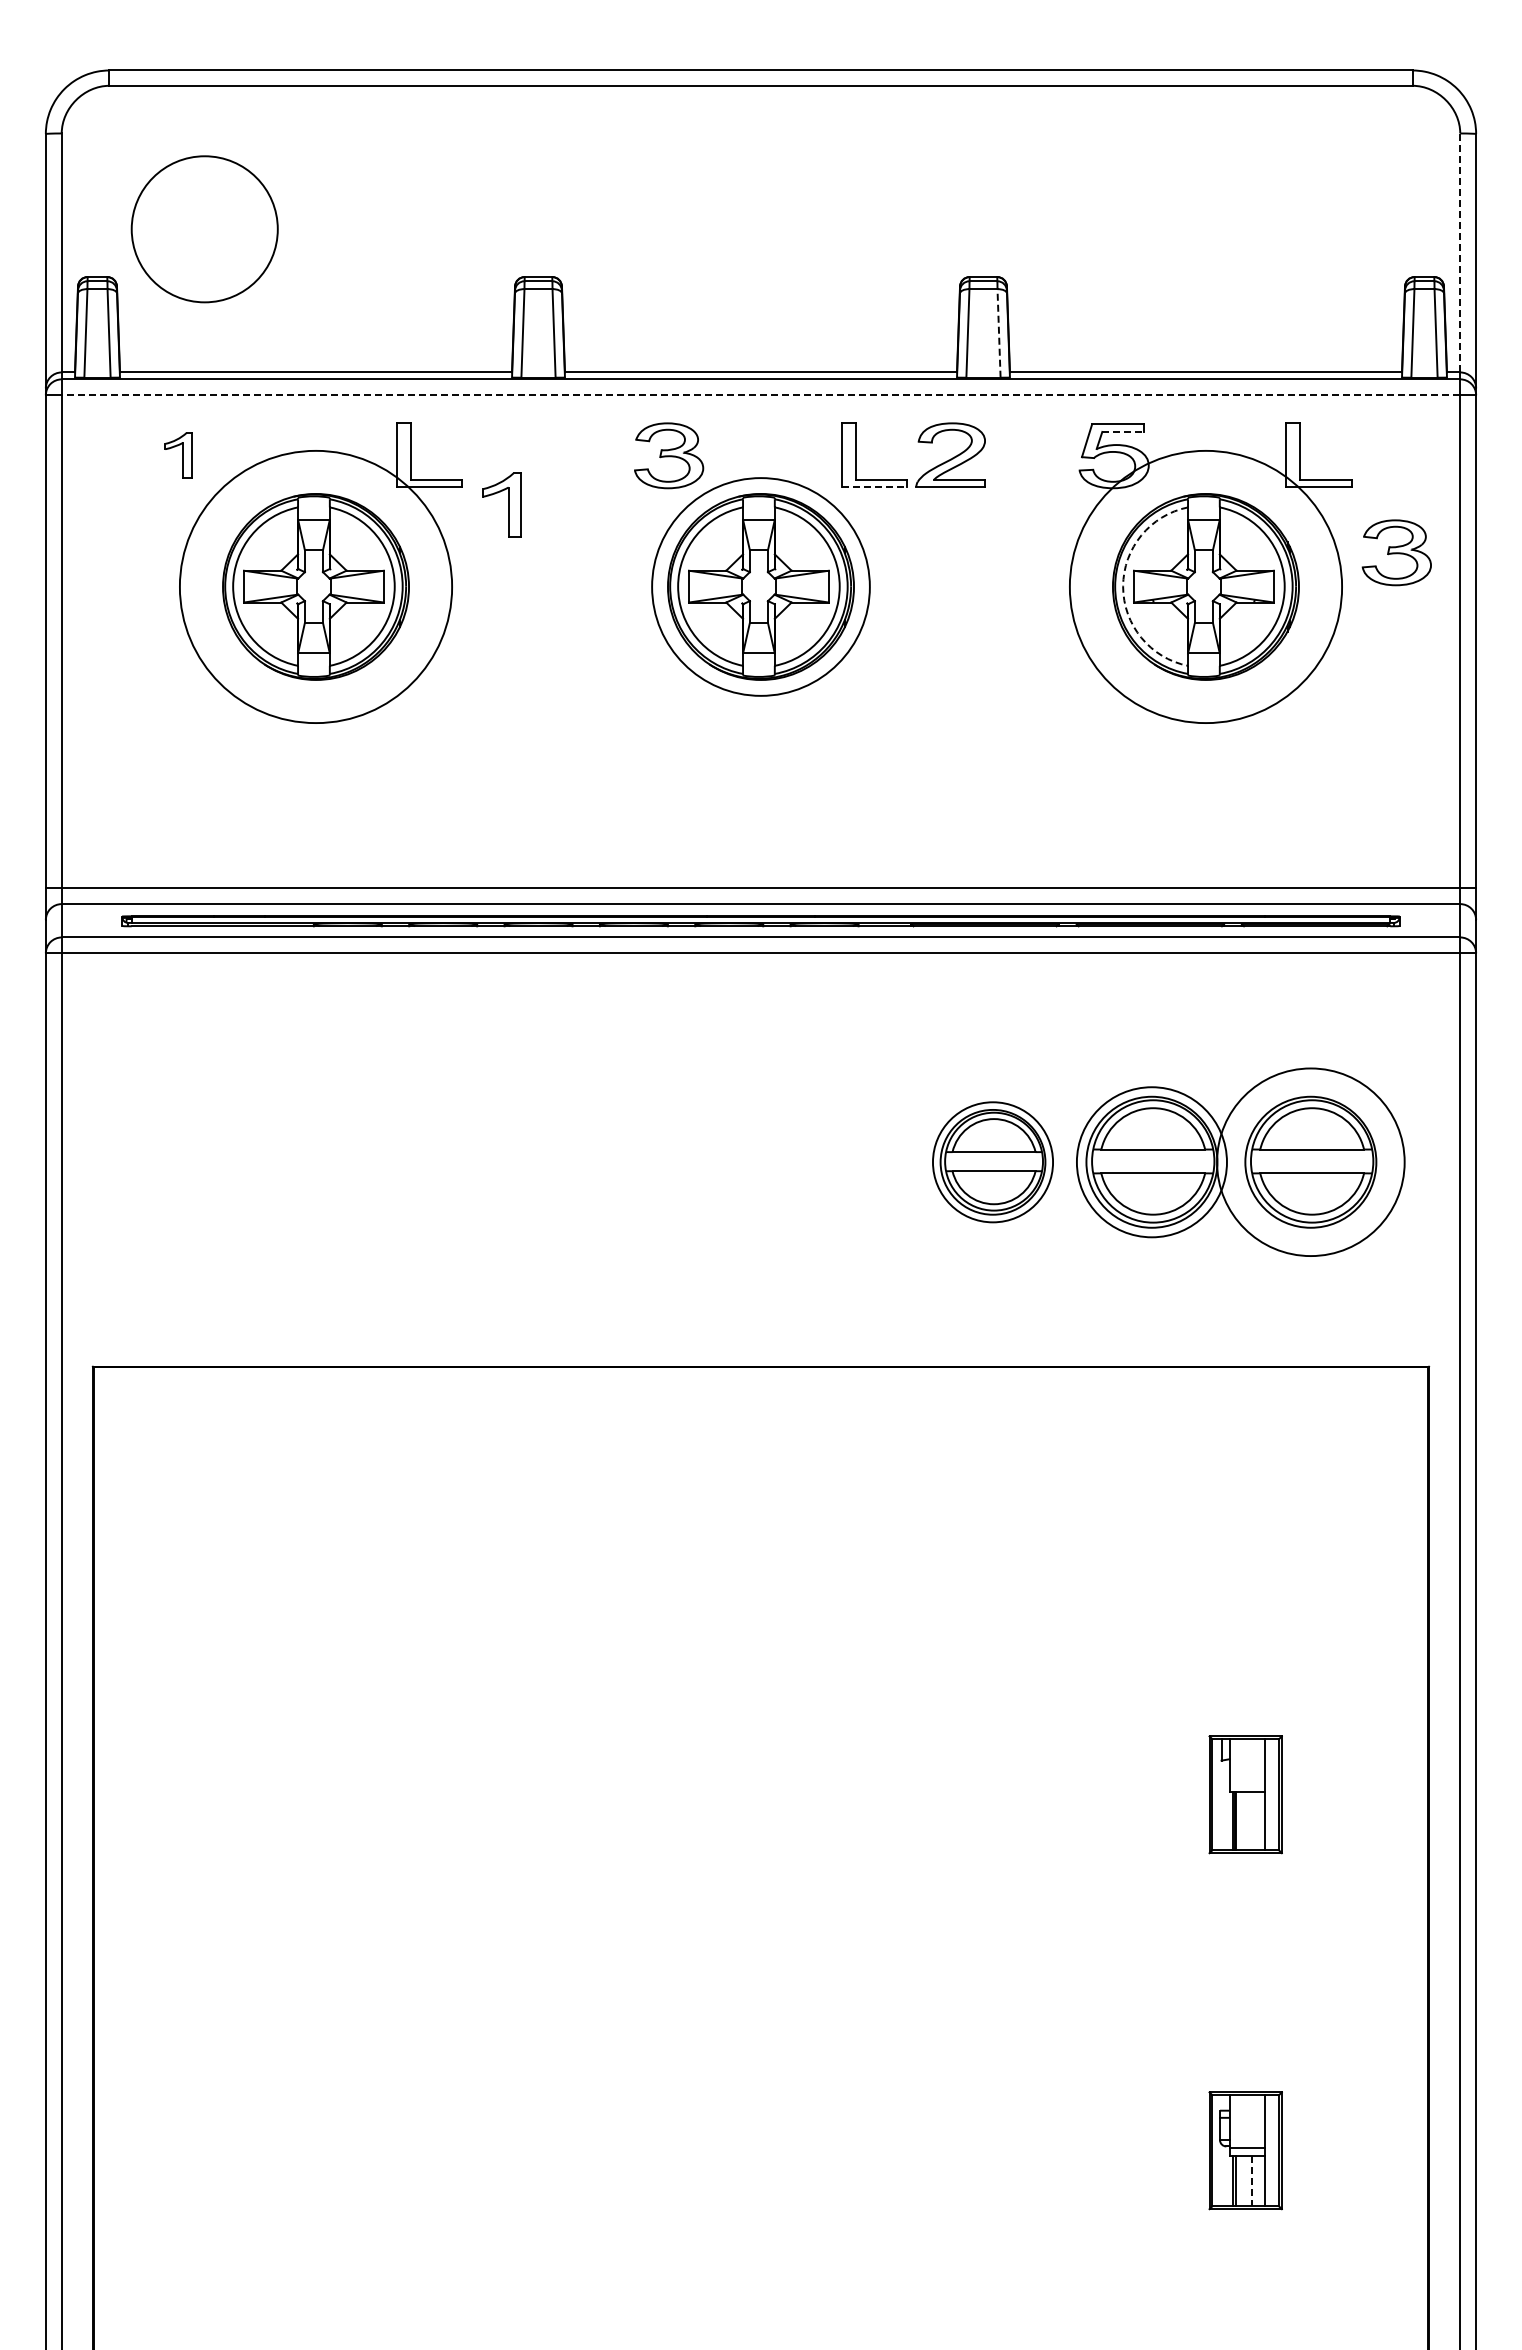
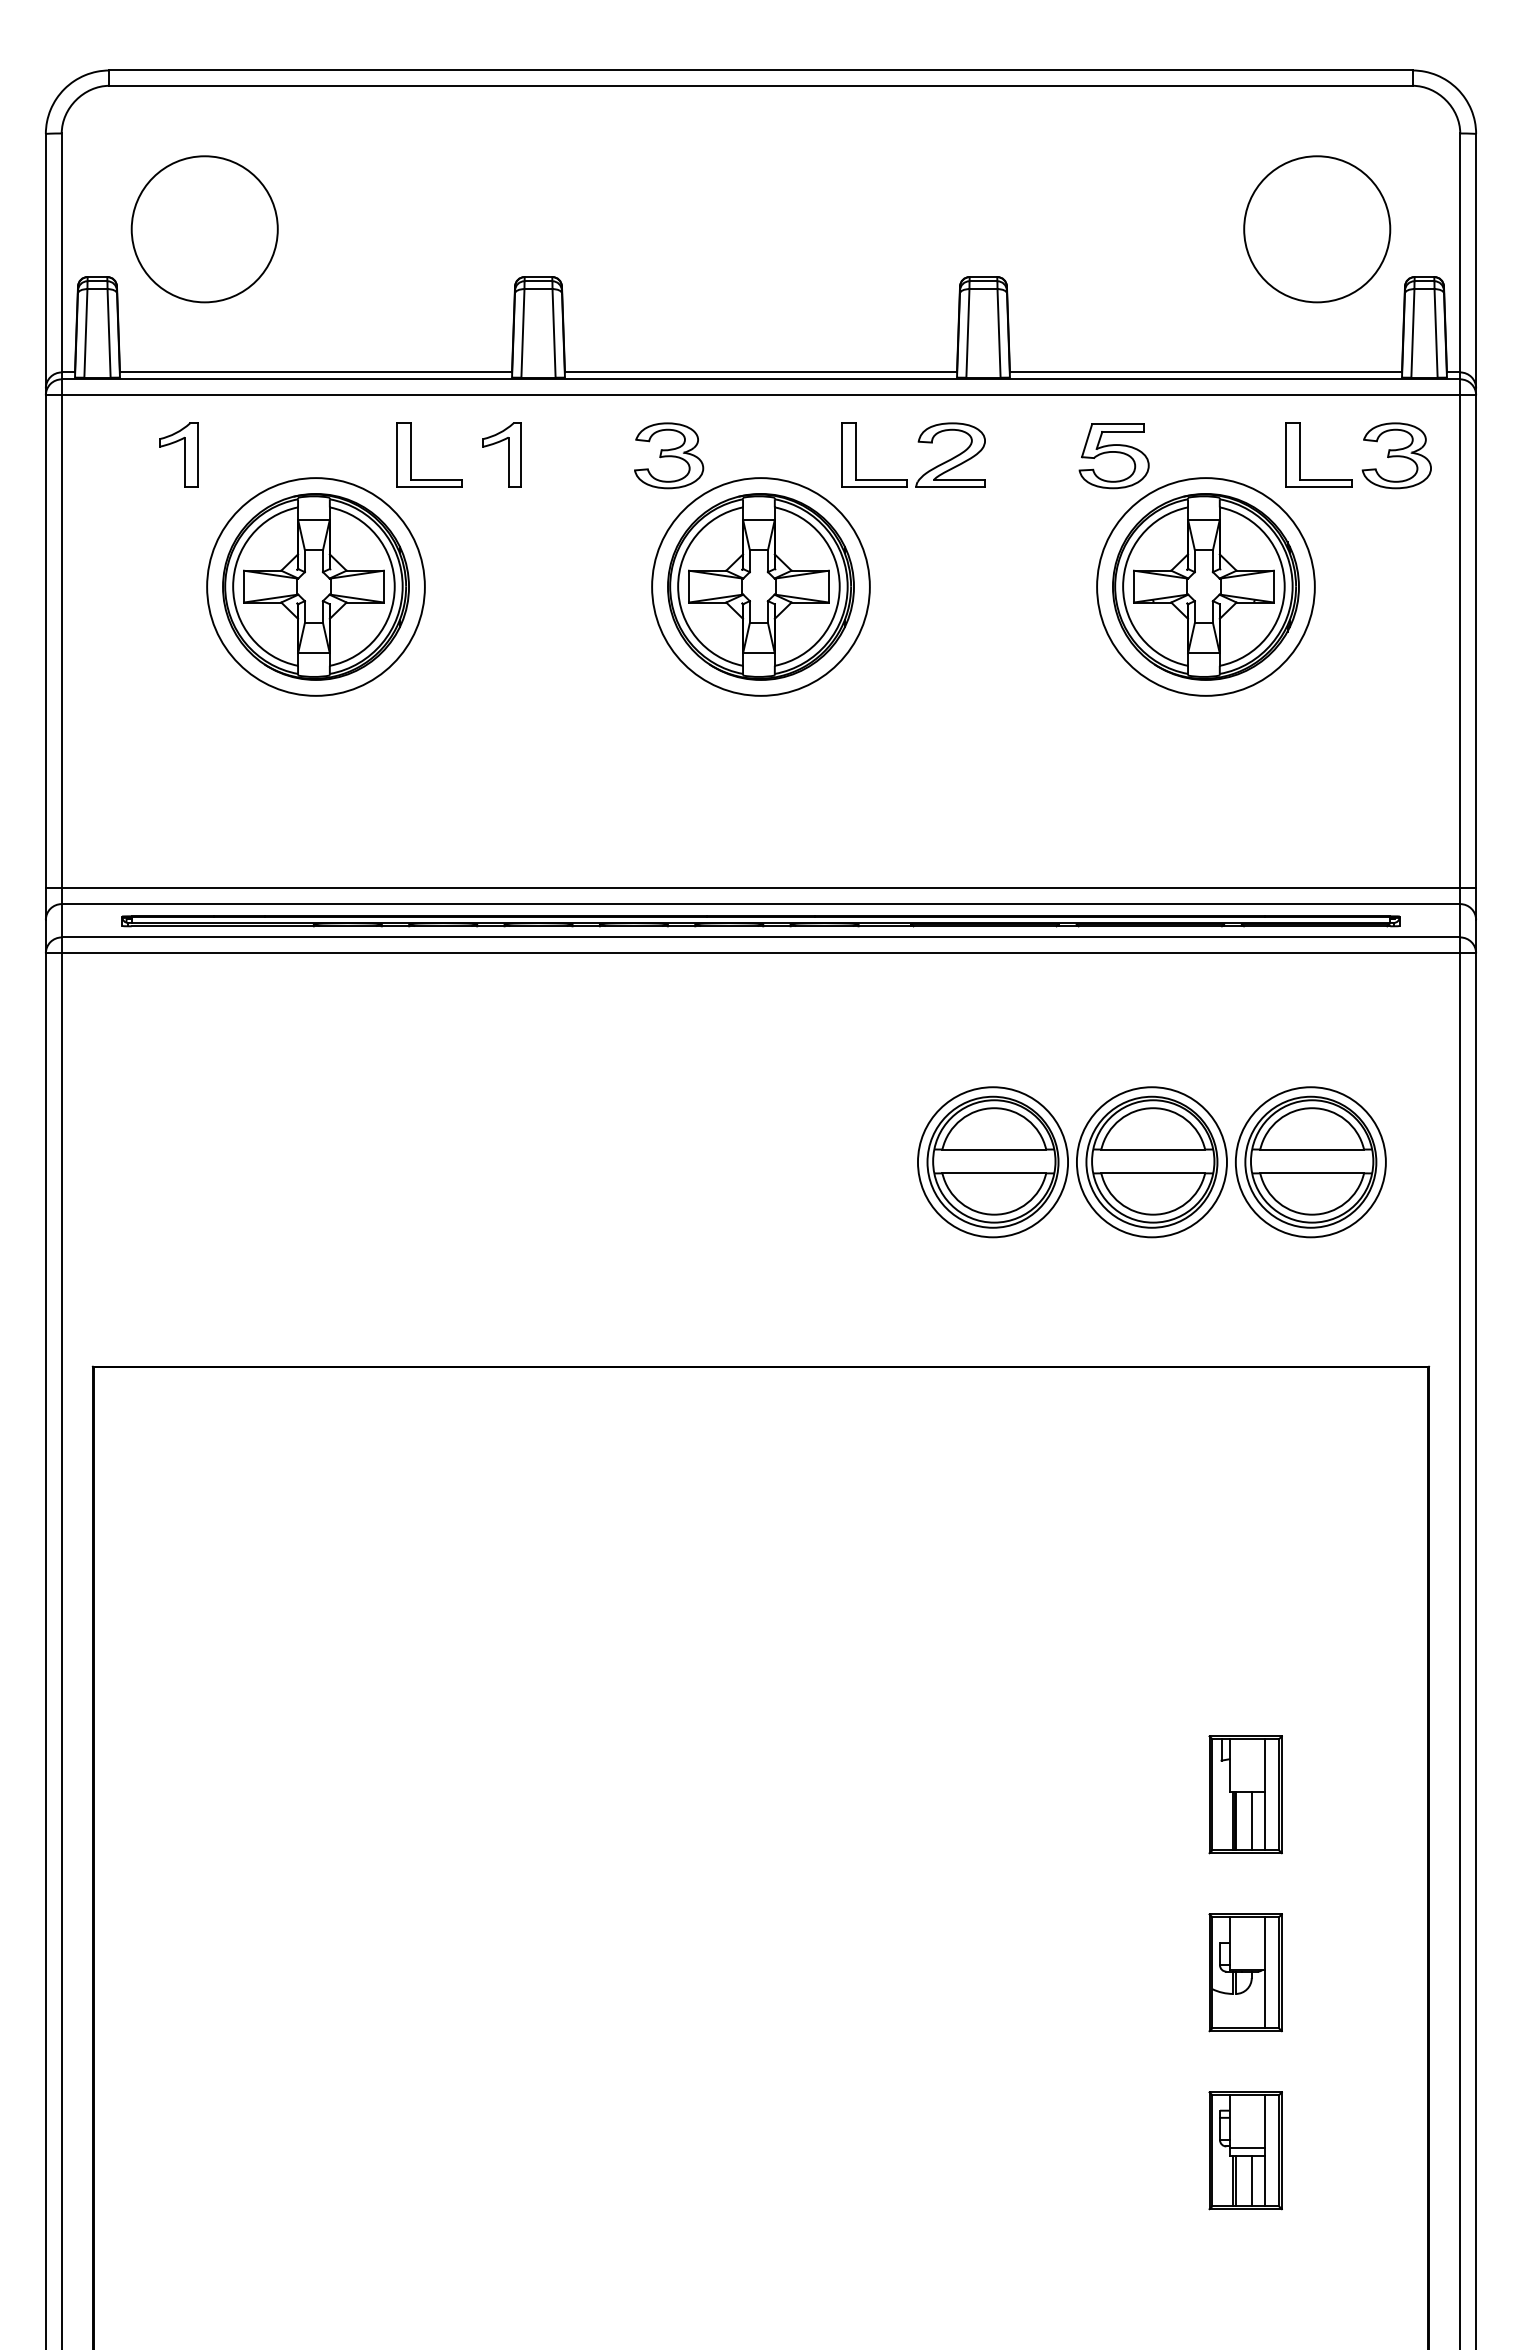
part at (1317, 229): none -> present
line at (1460, 252): dashed -> solid
line at (999, 332): dashed -> solid
line at (760, 395): dashed -> solid
line at (1123, 431): dashed -> solid
part at (178, 455) size: 29x47 px -> 40x66 px
line at (874, 487): dashed -> solid
part at (508, 504) position: (508, 504) -> (508, 454)
part at (1396, 552) position: (1396, 552) -> (1396, 455)
circle at (315, 586) diameter: 272 px -> 218 px
arc at (1123, 586): dashed -> solid
circle at (1205, 586) diameter: 272 px -> 218 px
part at (992, 1162) size: 122x123 px -> 152x153 px
circle at (1310, 1162) diameter: 188 px -> 150 px
line at (1251, 1821): none -> present
part at (1245, 1972): none -> present
line at (1251, 2181): dashed -> solid
